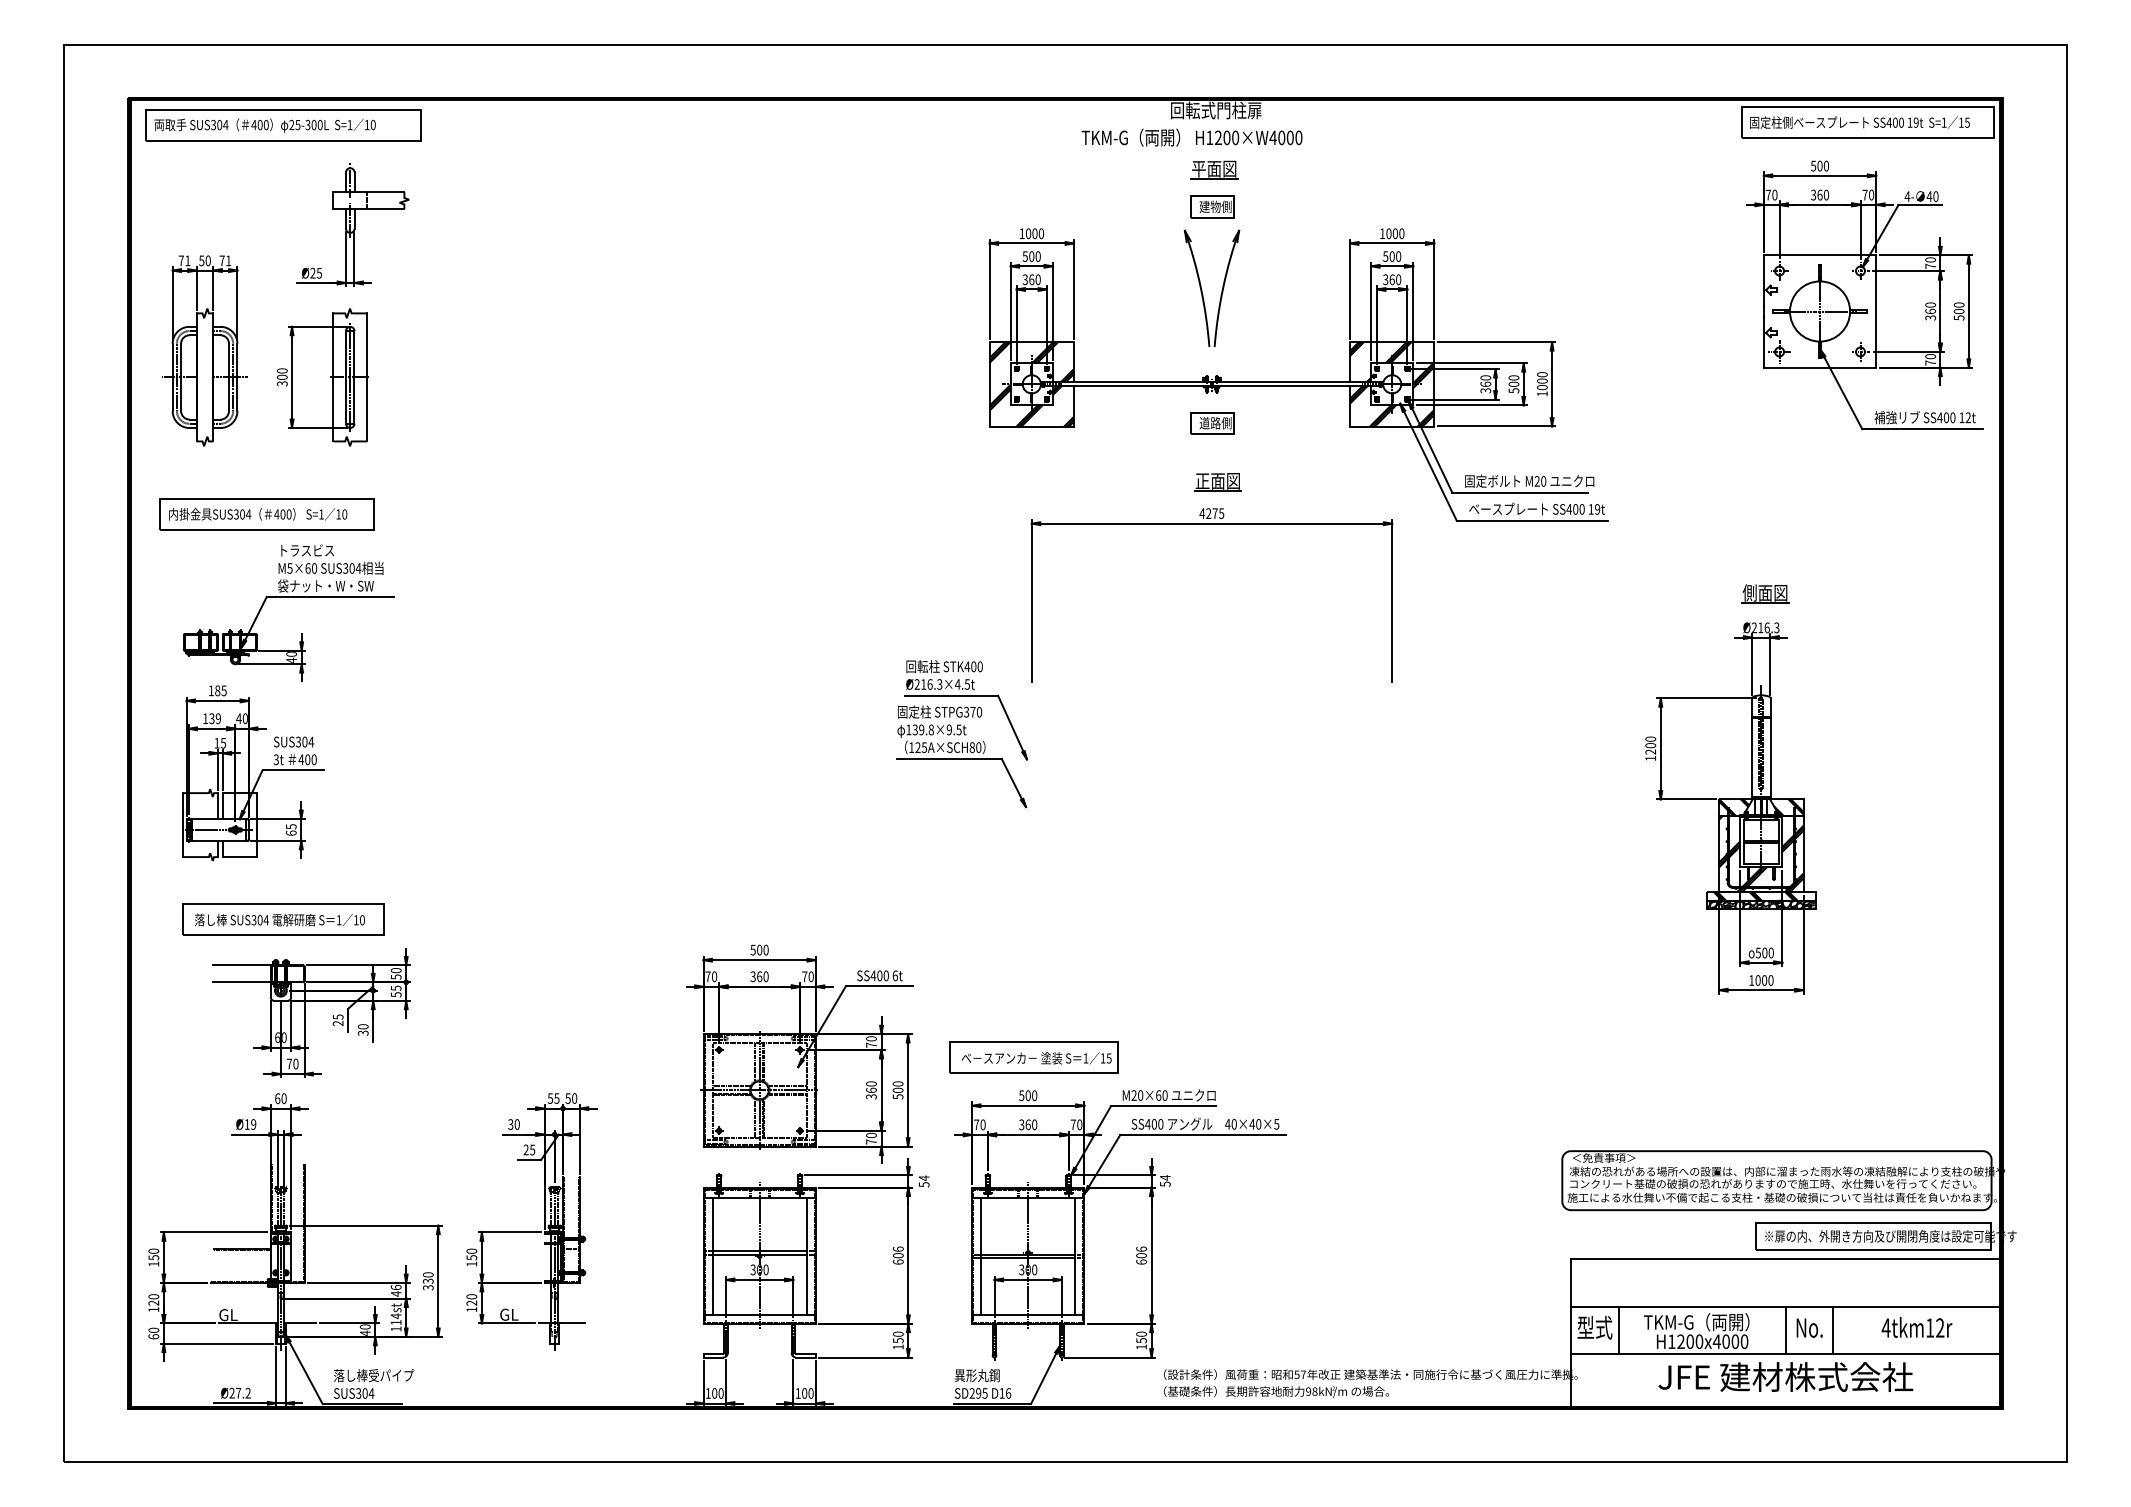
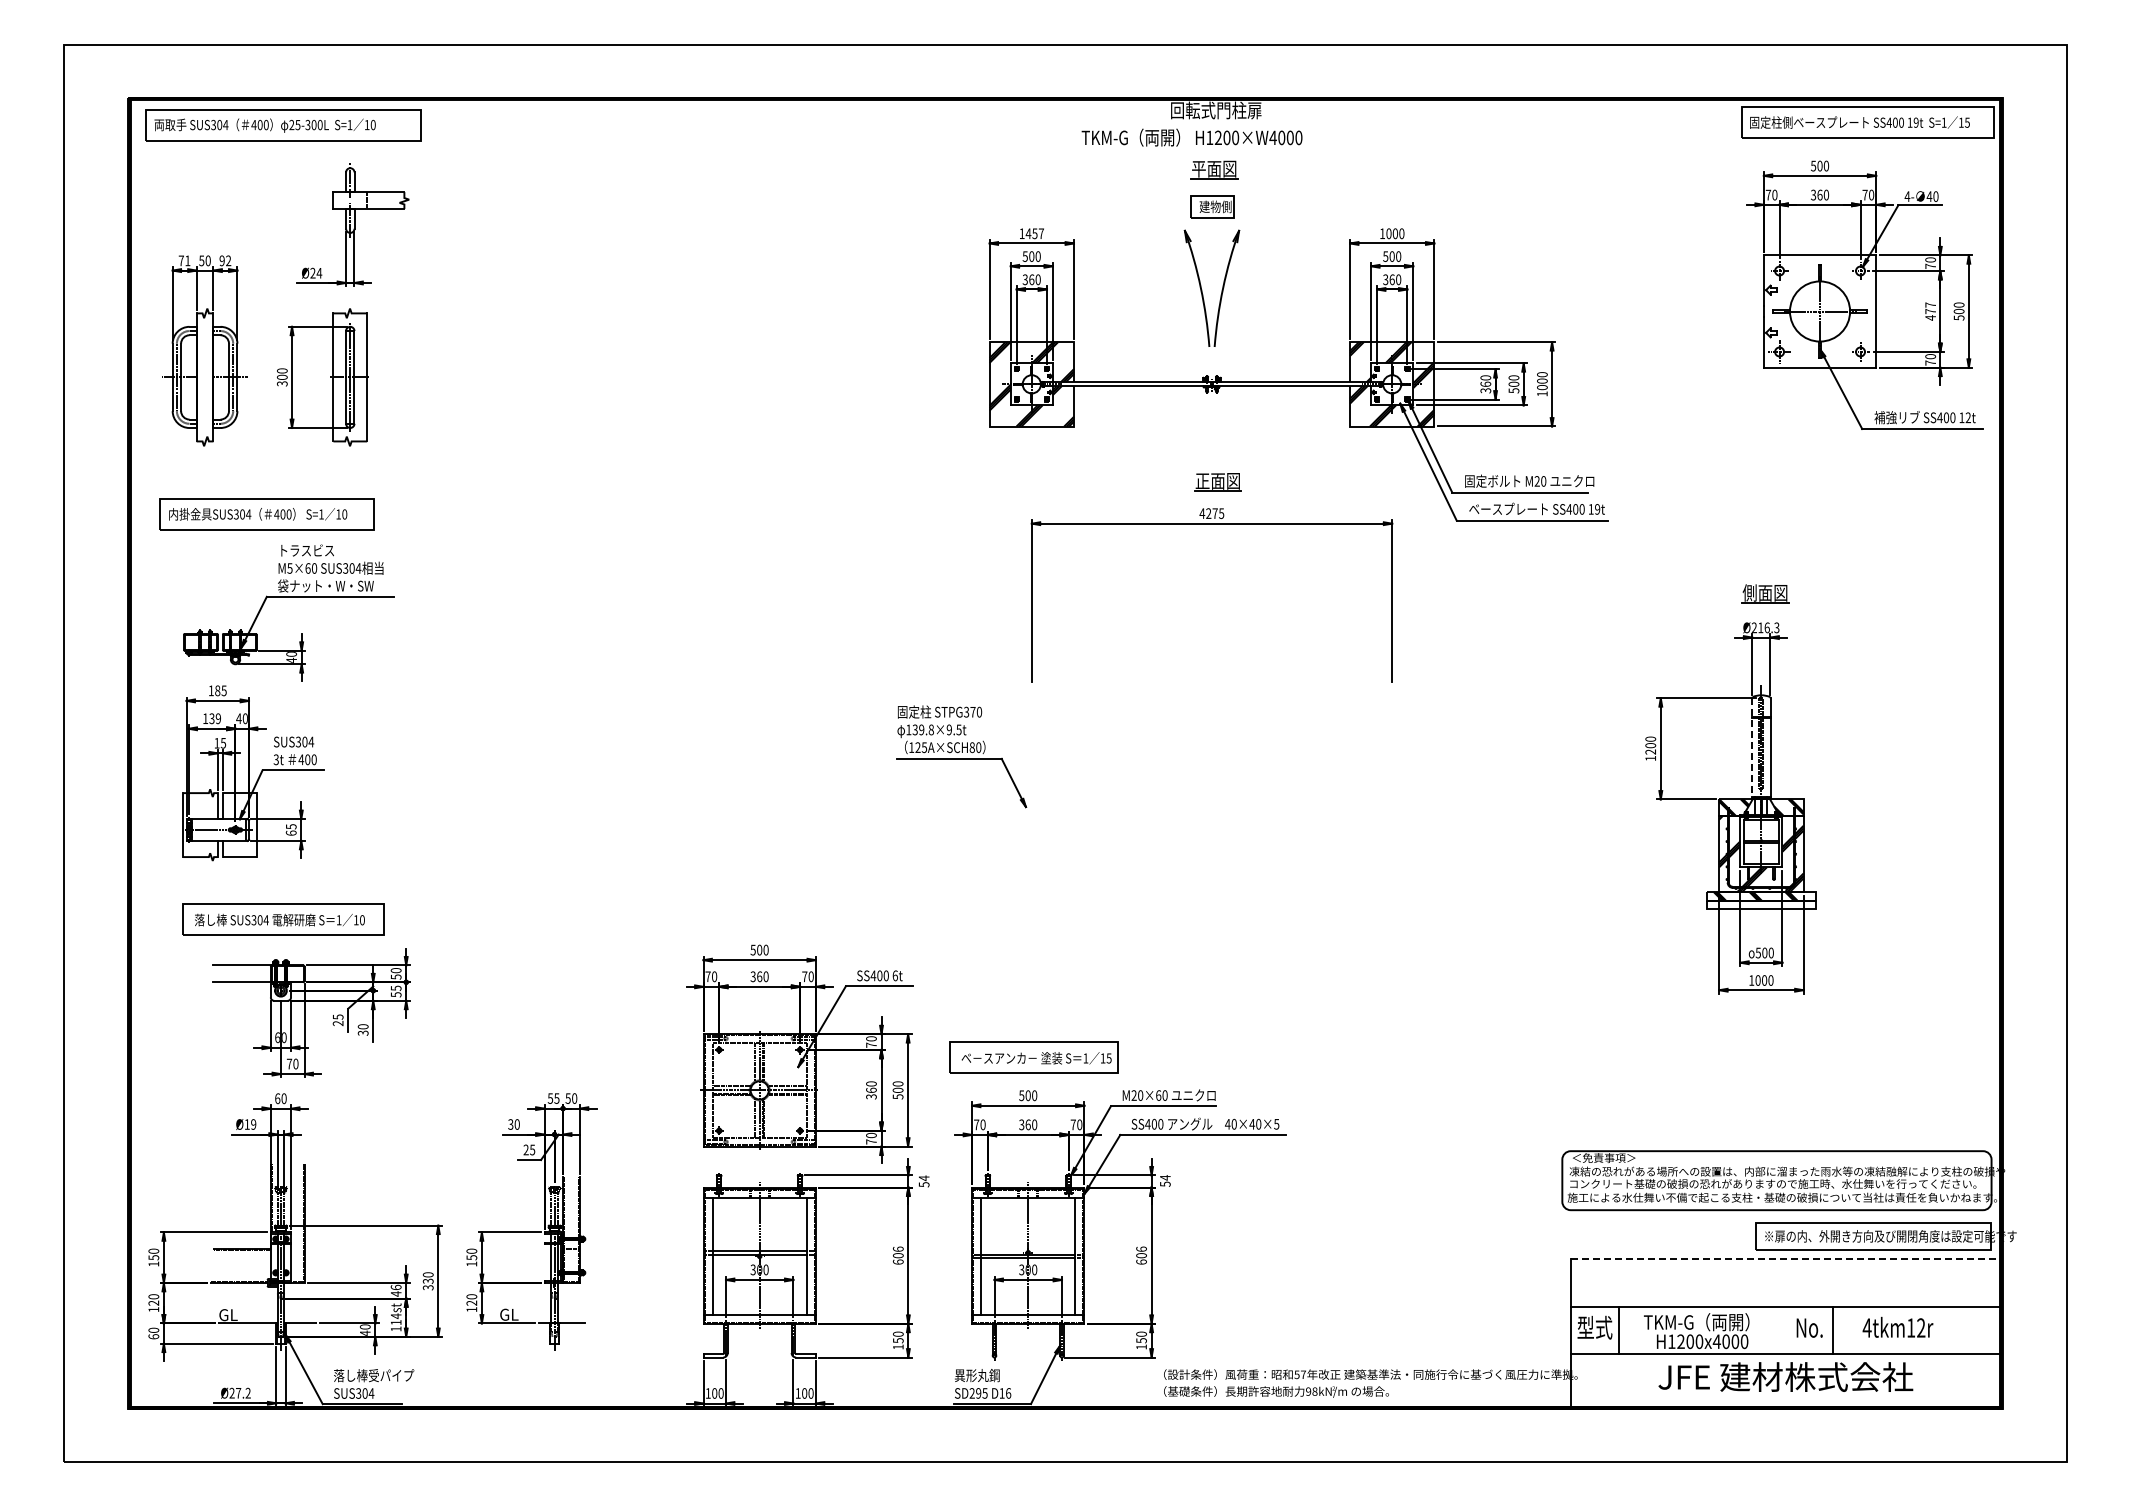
text at (1034, 233): 1000 -> 1457
text at (225, 260): 71 -> 92
text at (319, 273): Ø25 -> Ø24
text at (1930, 311): 360 -> 477
part at (1212, 423): present -> none
part at (966, 696): present -> none
line at (1752, 747): solid -> dashed
hatch at (1761, 904): present -> none
line at (1785, 1258): solid -> dashed
text at (1916, 1326) position: (1916, 1326) -> (1897, 1326)
line at (1785, 1330): present -> none
